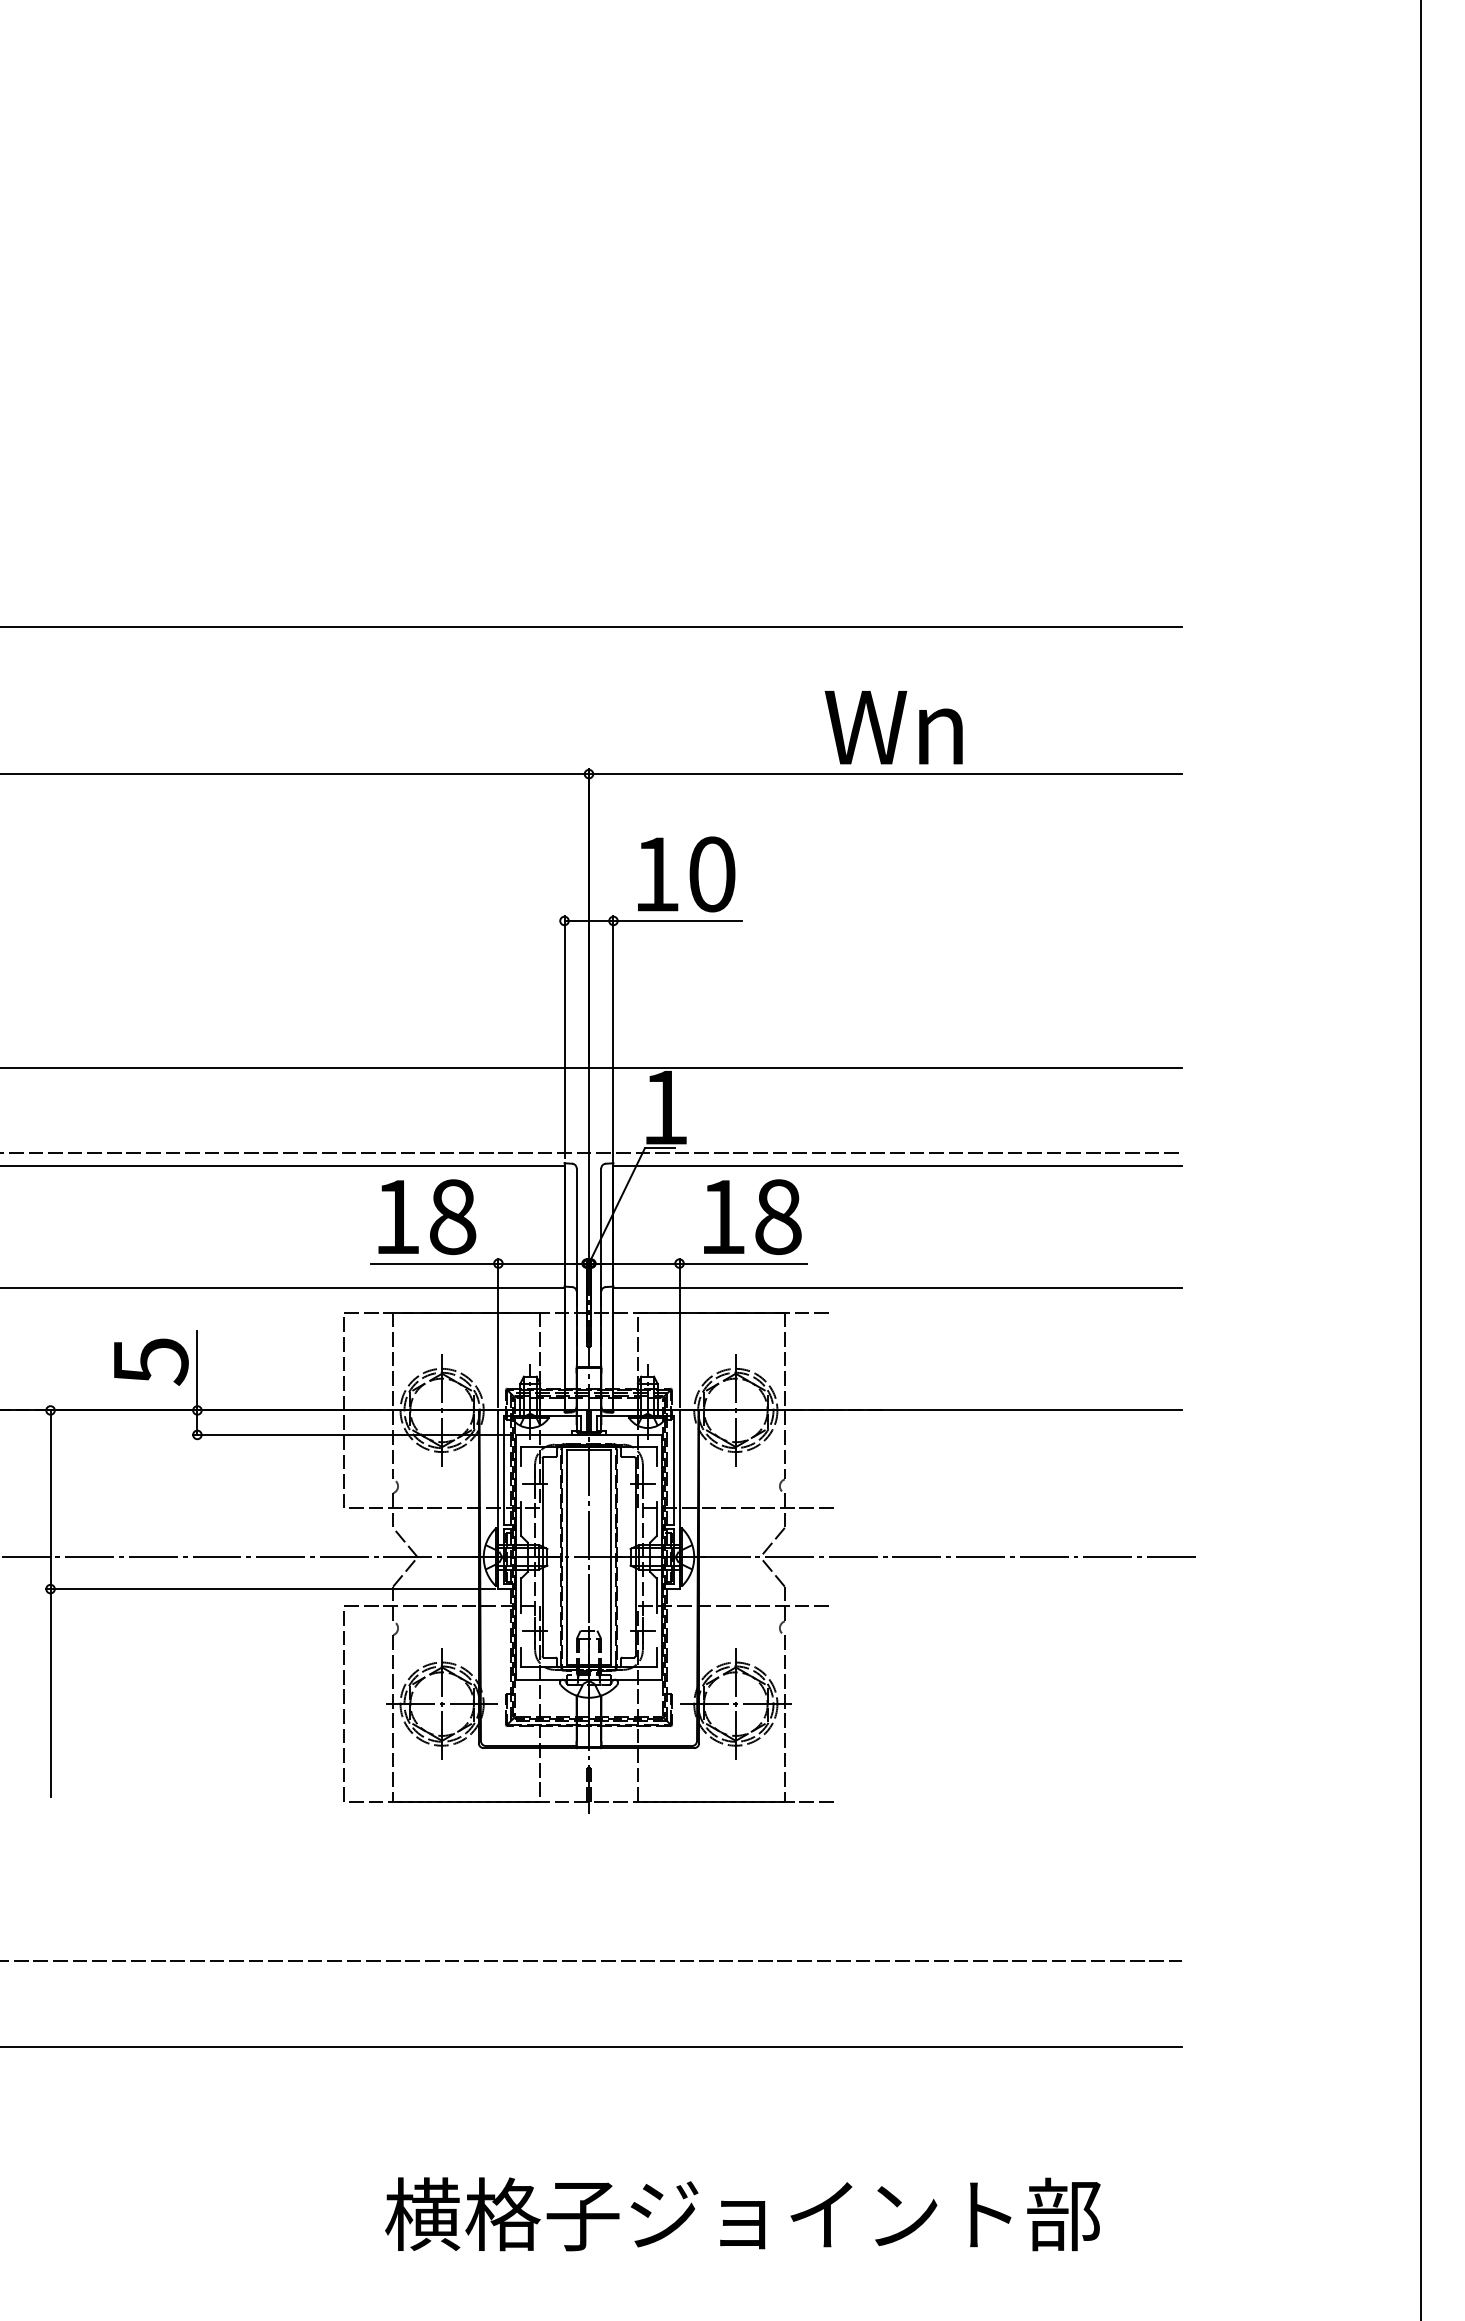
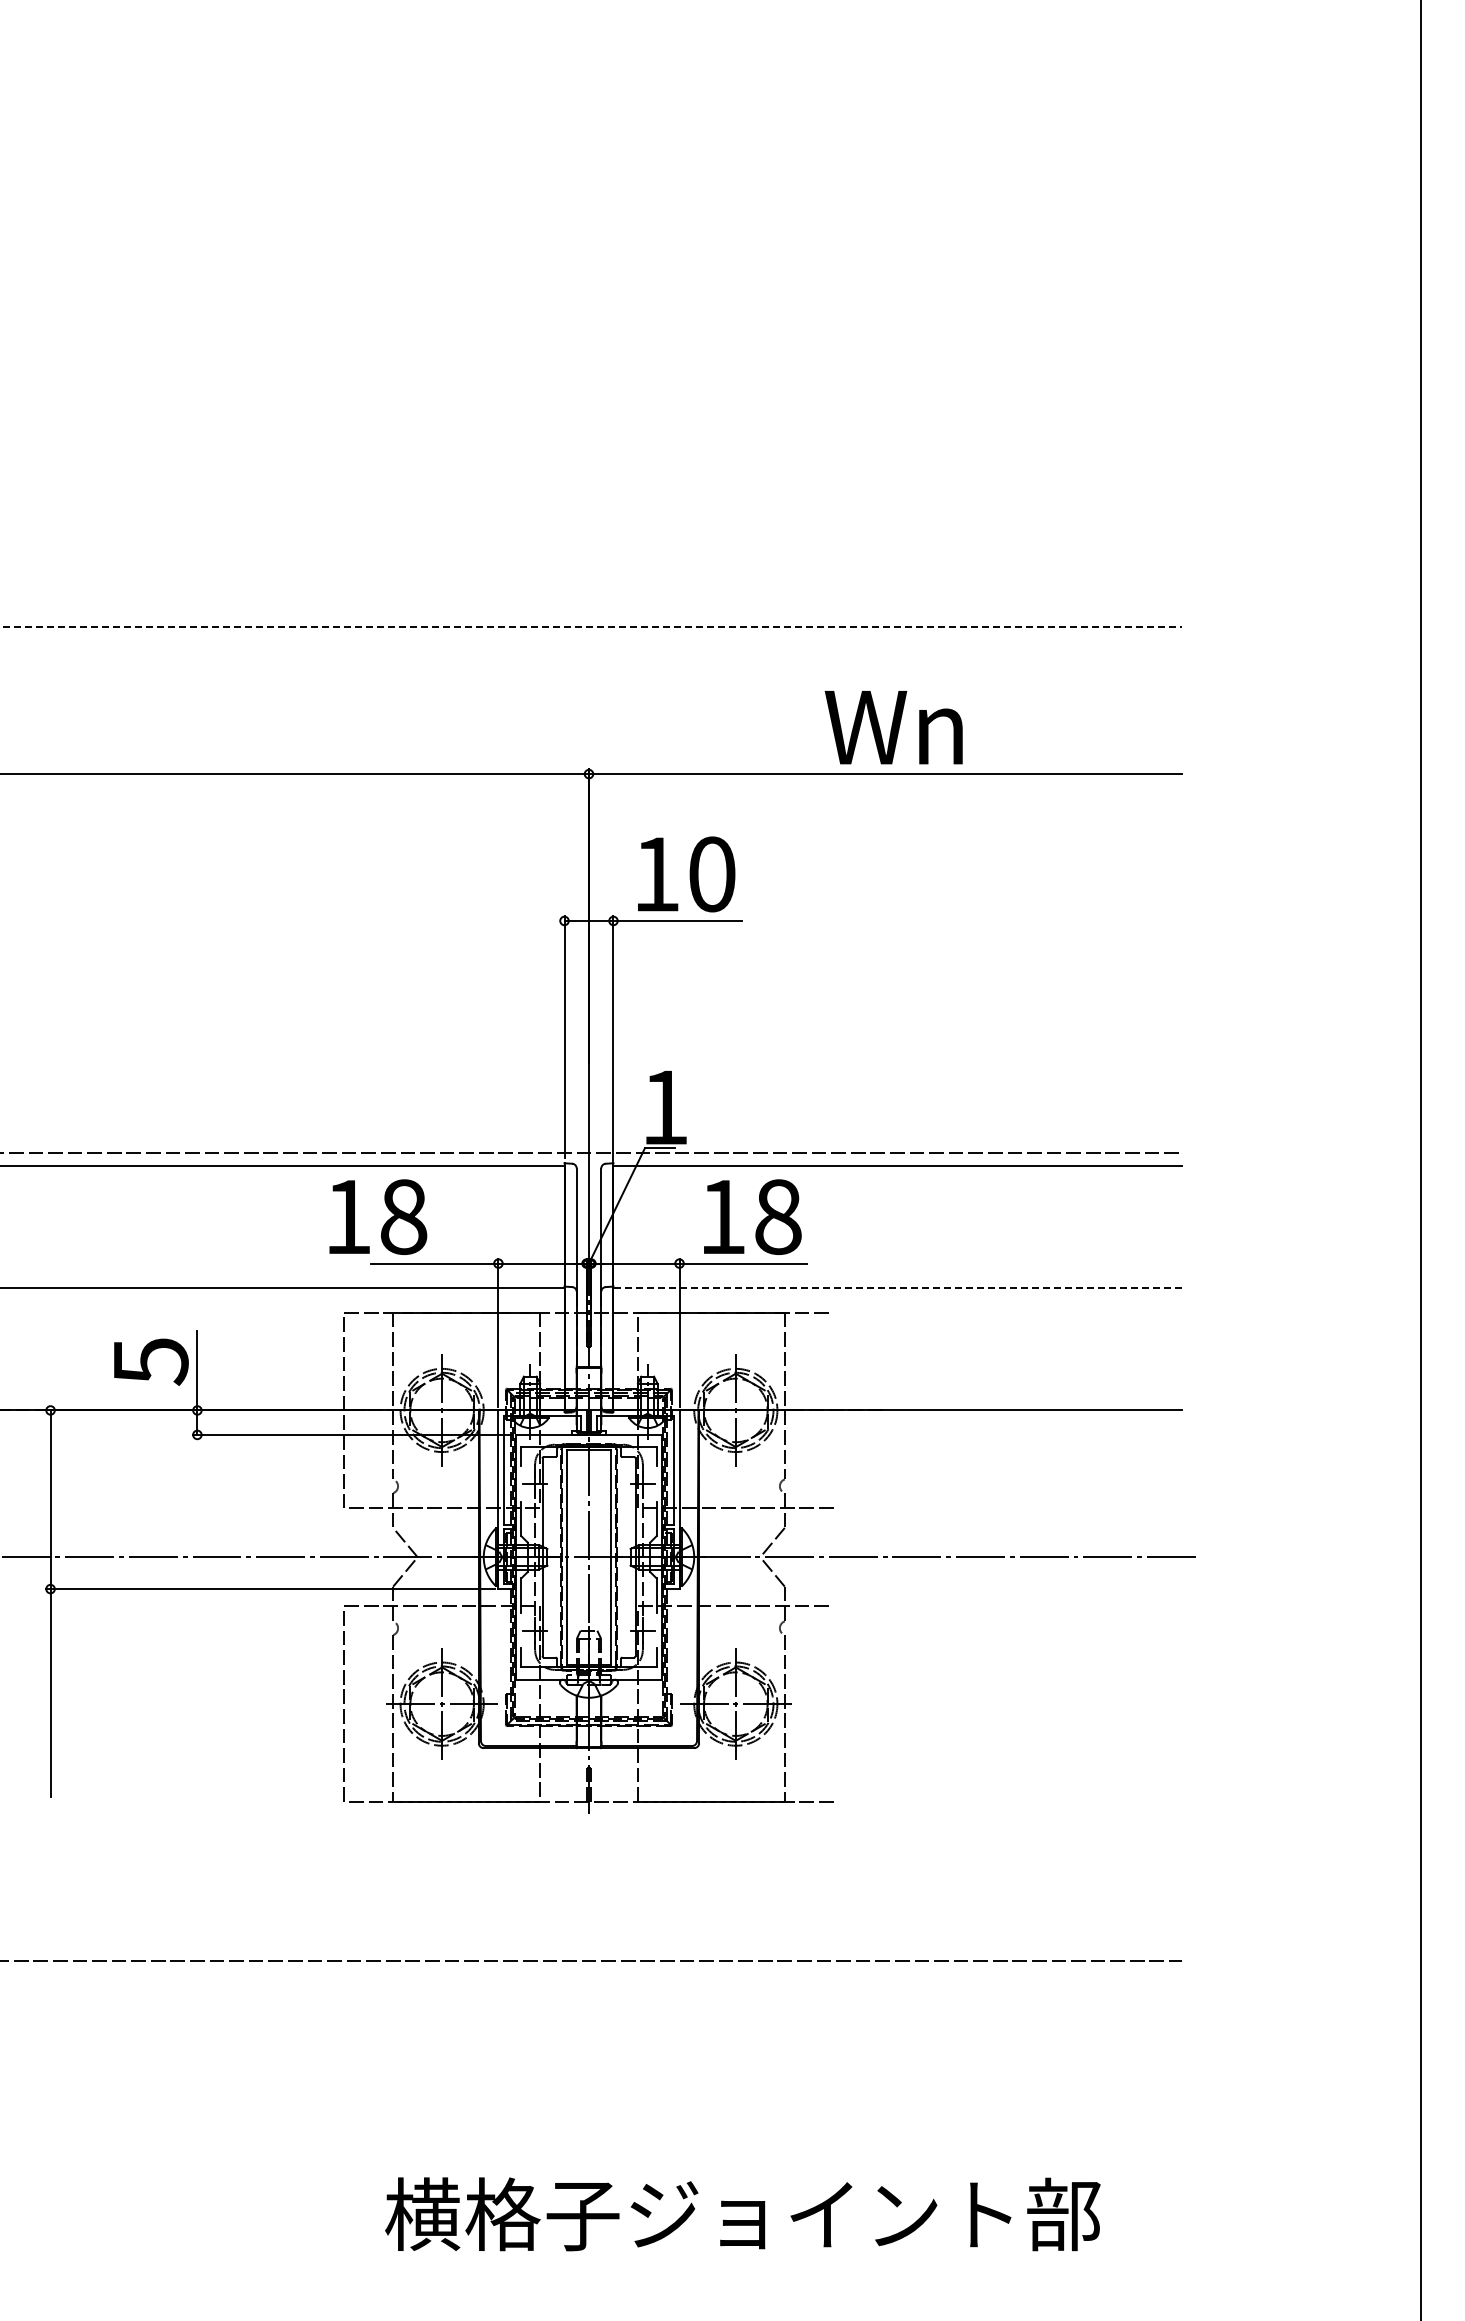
line at (591, 627): solid -> dashed
line at (592, 1067): present -> none
text at (427, 1216) position: (427, 1216) -> (378, 1216)
line at (897, 1288): solid -> dashed
line at (592, 2046): present -> none
